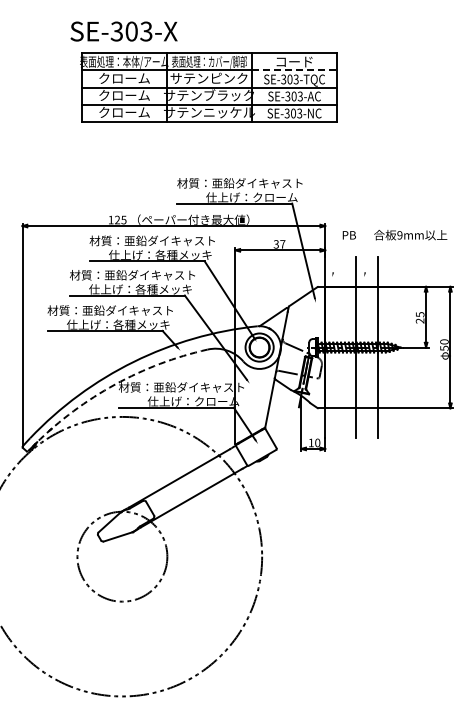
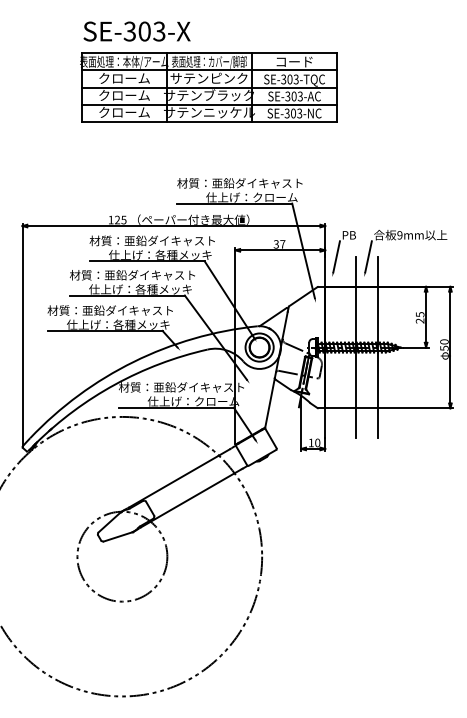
text at (123, 31) position: (123, 31) -> (136, 31)
line at (294, 70): dashed -> solid
line at (336, 256): none -> present
line at (368, 256): none -> present
arc at (115, 384): dashed -> solid
